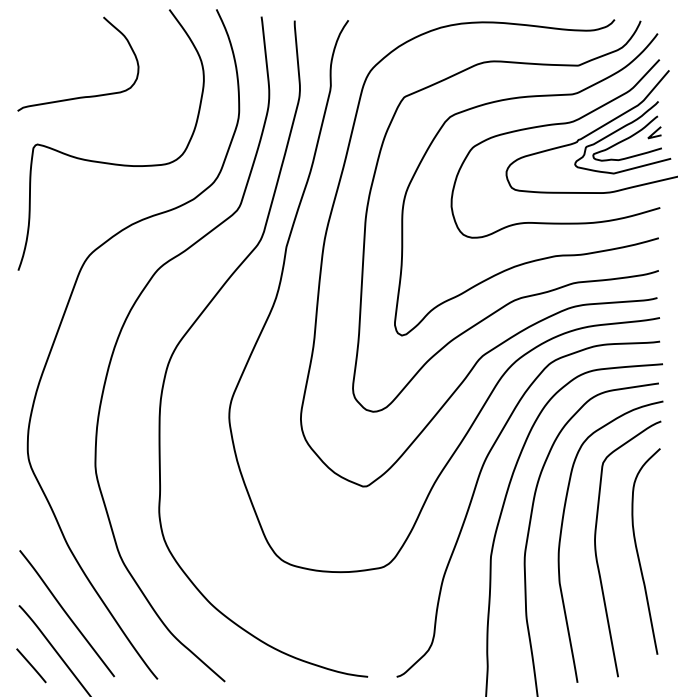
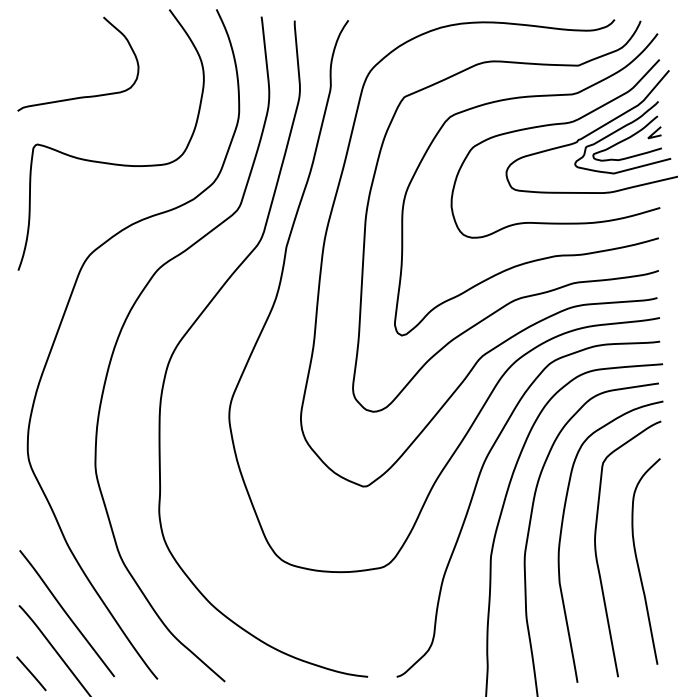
curve at (638, 551) position: (638, 551) -> (638, 561)
line at (31, 665) position: (31, 665) -> (31, 673)
